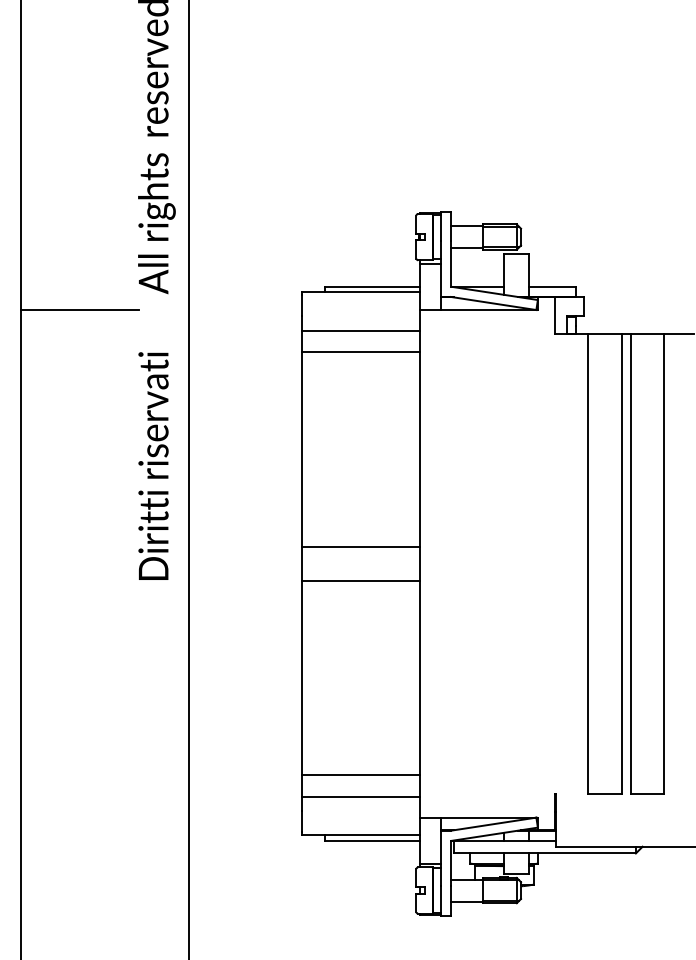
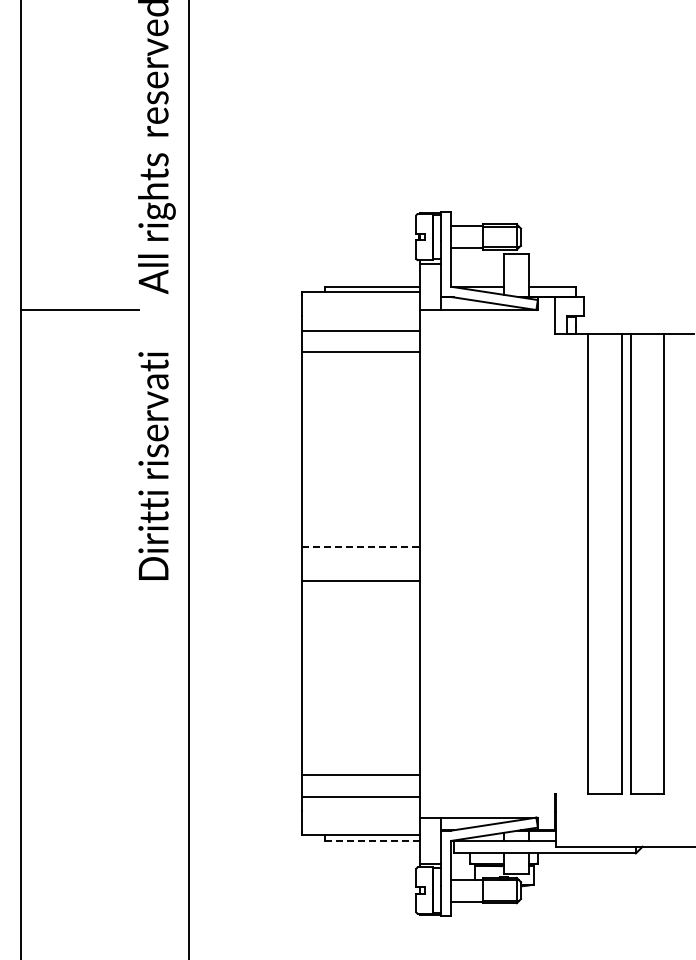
line at (361, 546): solid -> dashed
line at (372, 840): solid -> dashed
